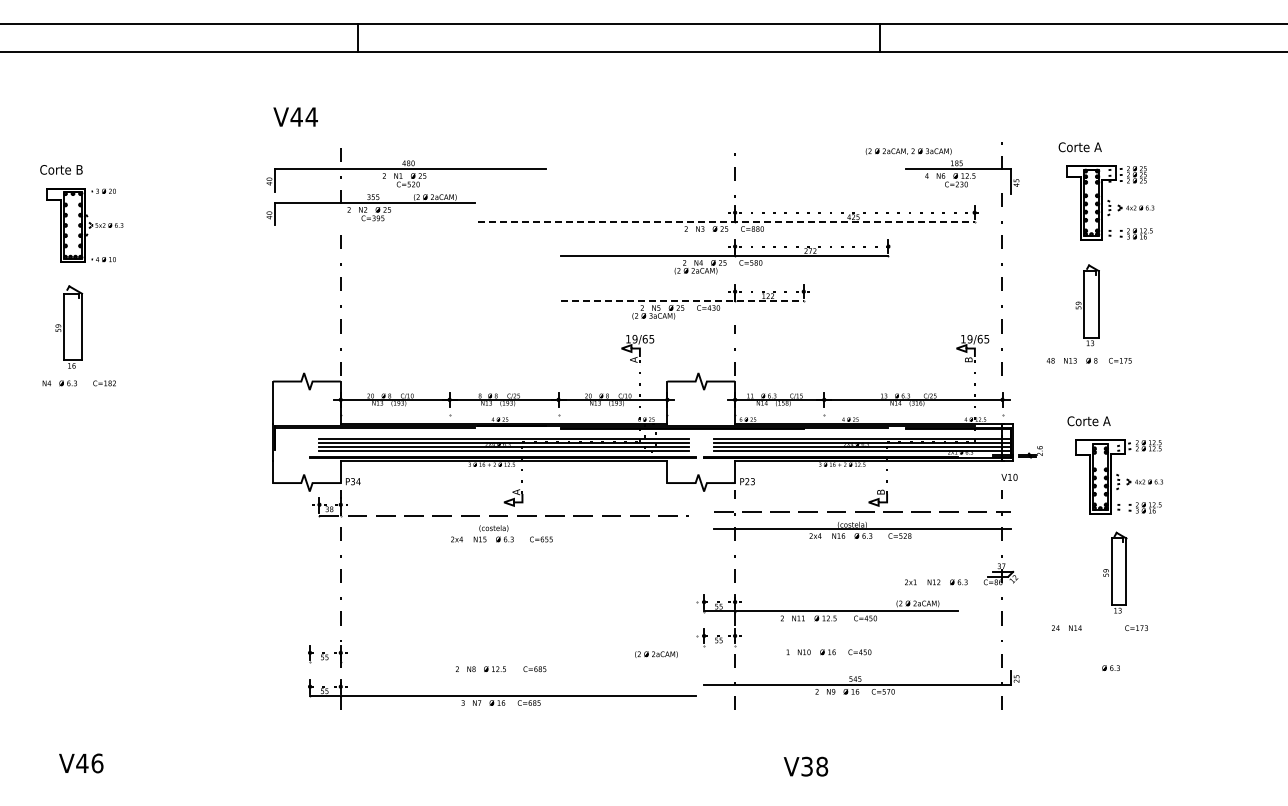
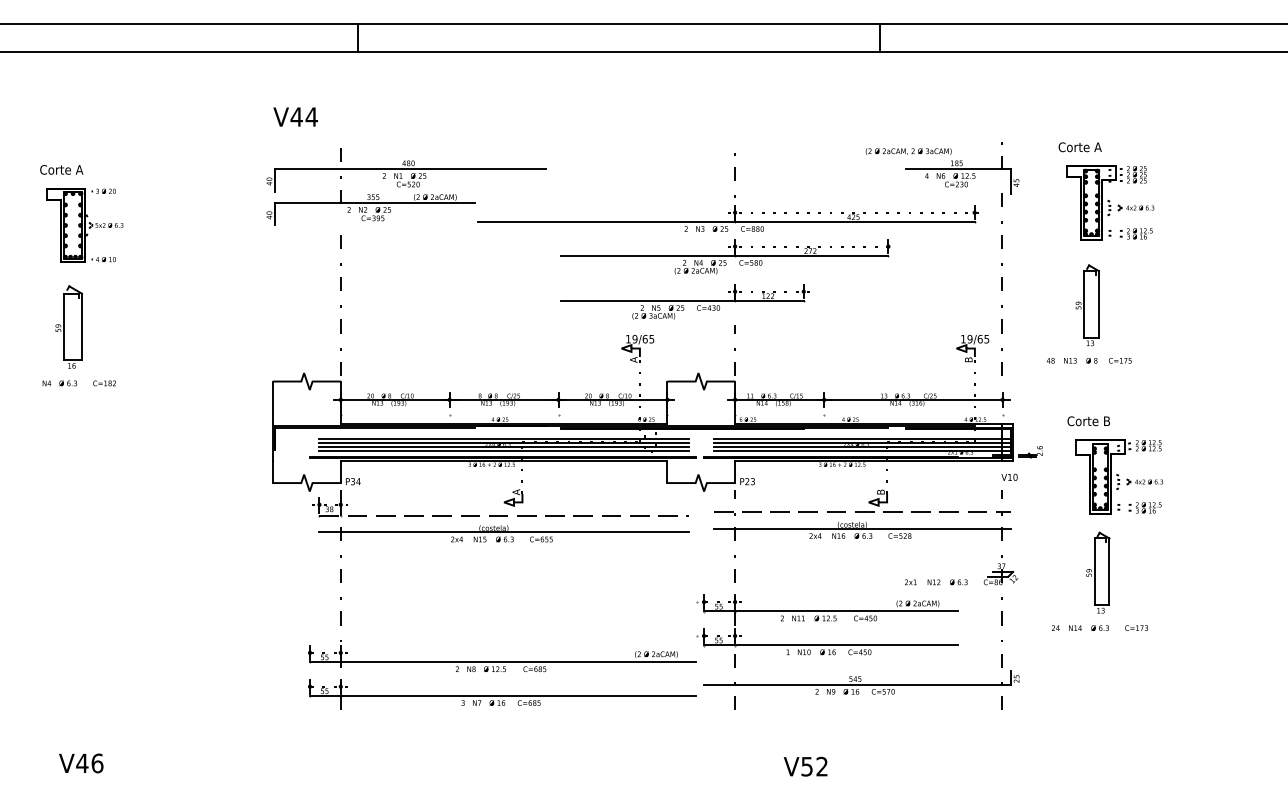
text at (79, 169): Corte B -> Corte A
line at (726, 222): dashed -> solid
line at (683, 301): dashed -> solid
text at (1106, 420): Corte A -> Corte B
line at (503, 532): none -> present
part at (1115, 572) position: (1115, 572) -> (1098, 572)
line at (830, 645): none -> present
line at (503, 662): none -> present
text at (1110, 667) position: (1110, 667) -> (1099, 627)
text at (815, 766): V38 -> V52
